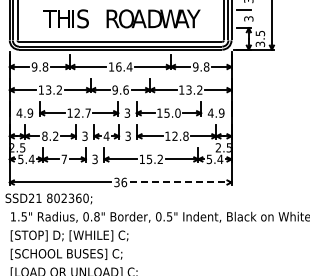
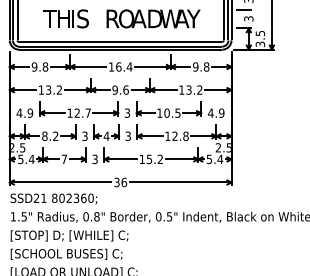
text at (172, 112): 15.0 -> 10.5
line at (180, 182): dashed -> solid
text at (48, 198) position: (48, 198) -> (53, 198)
